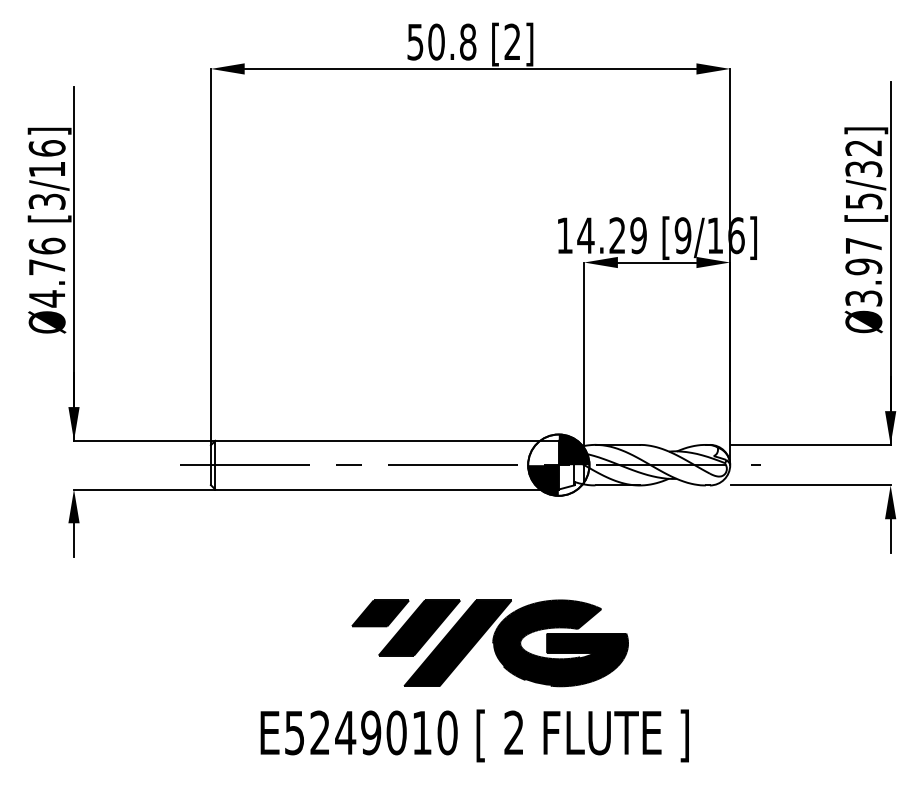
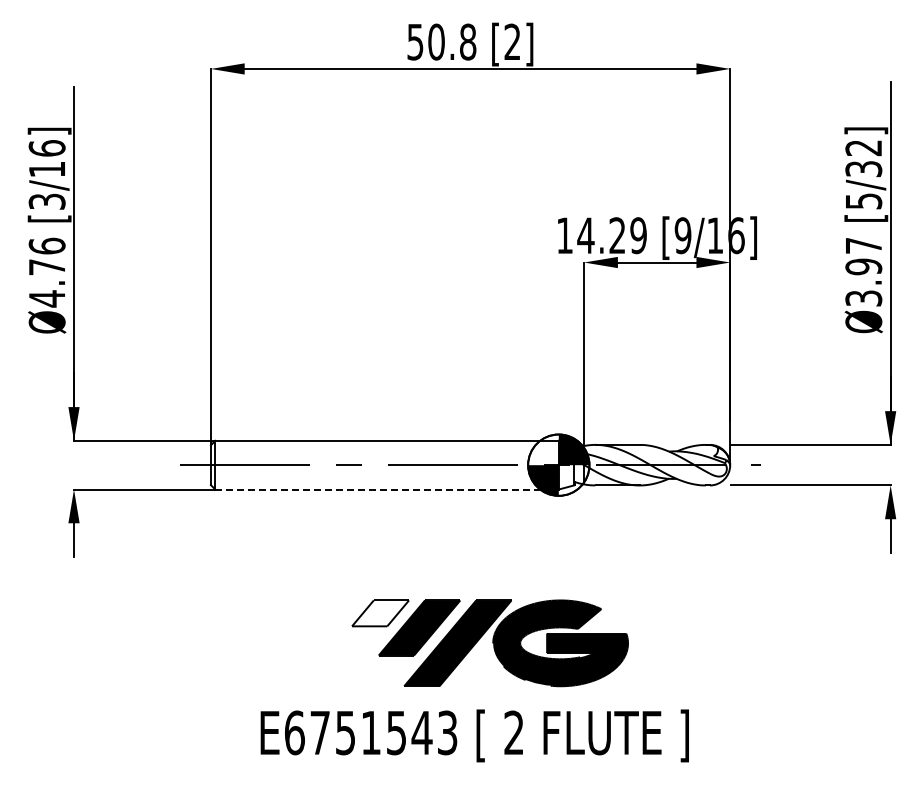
line at (387, 489): solid -> dashed
fill at (380, 613): present -> none
text at (371, 732): E5249010 -> E6751543
